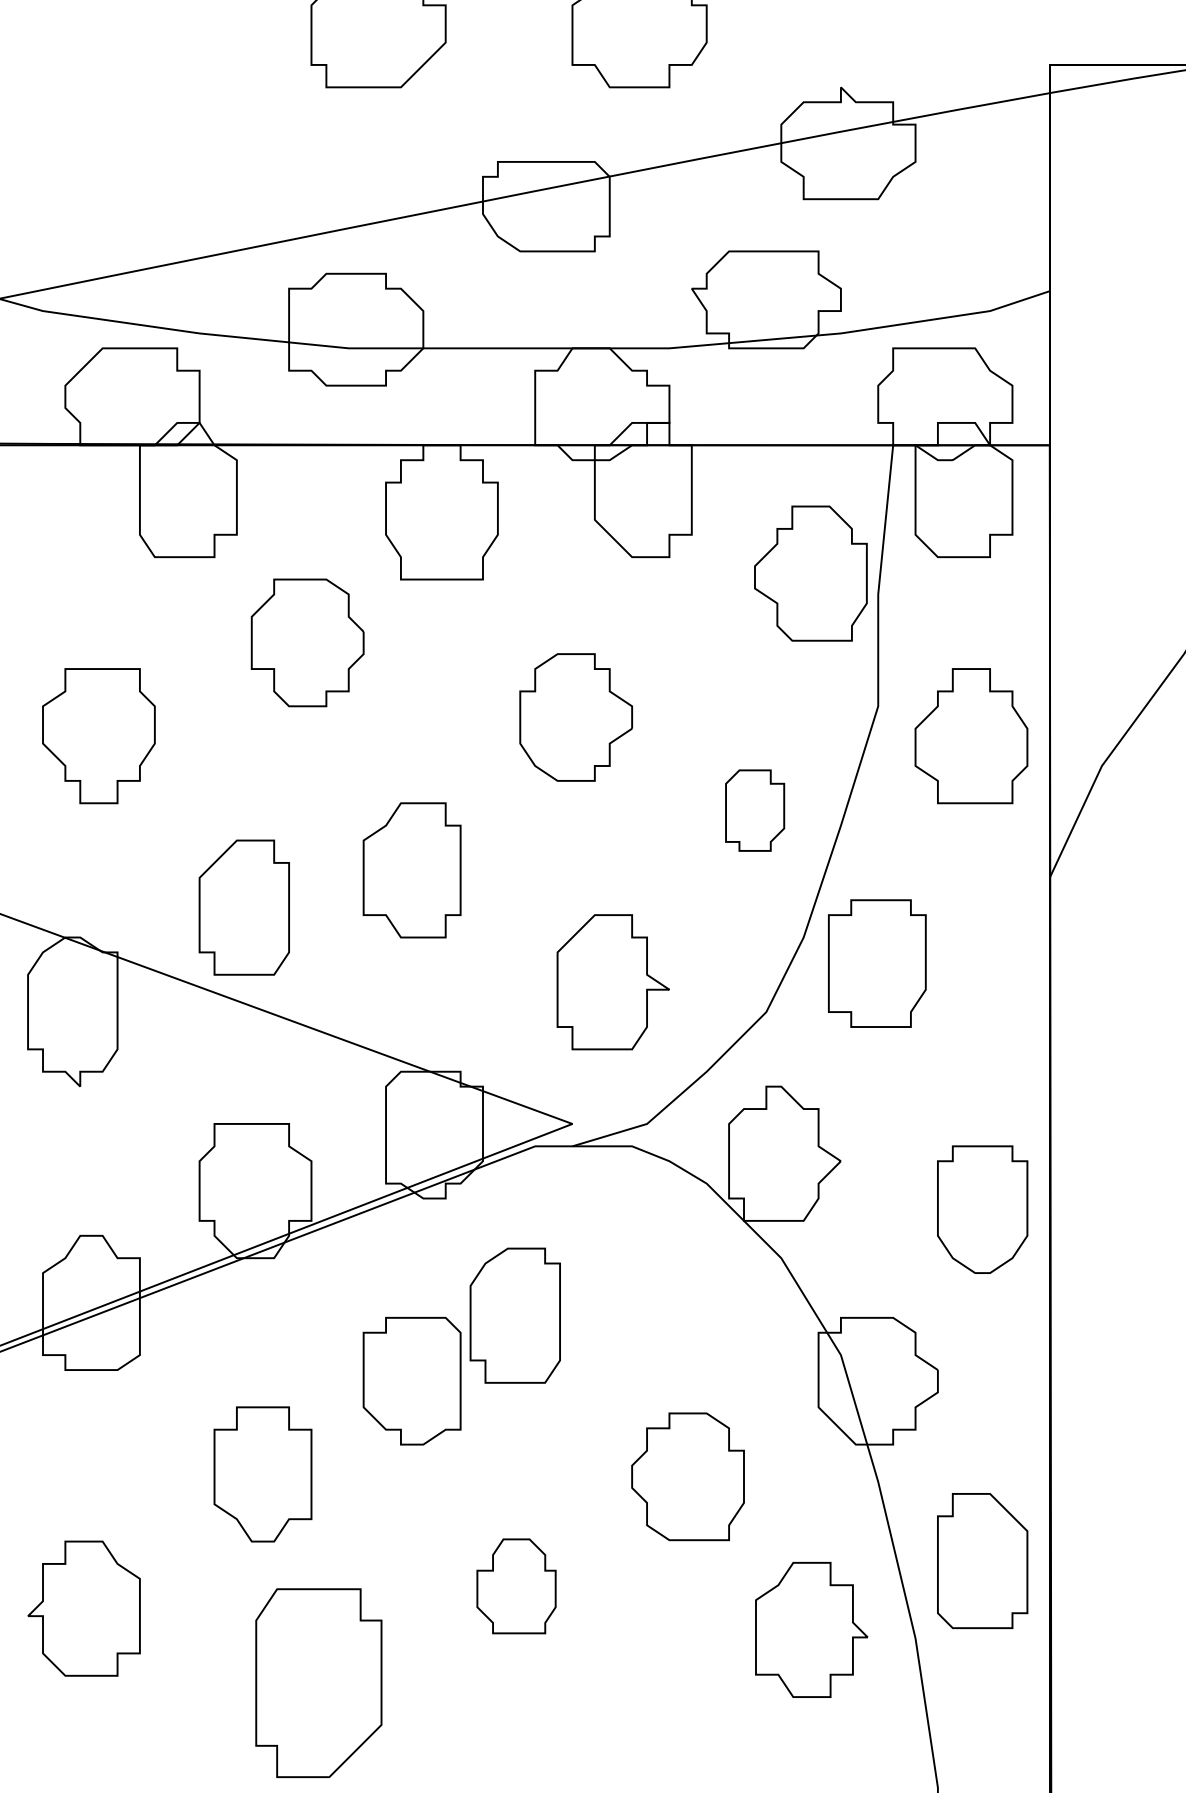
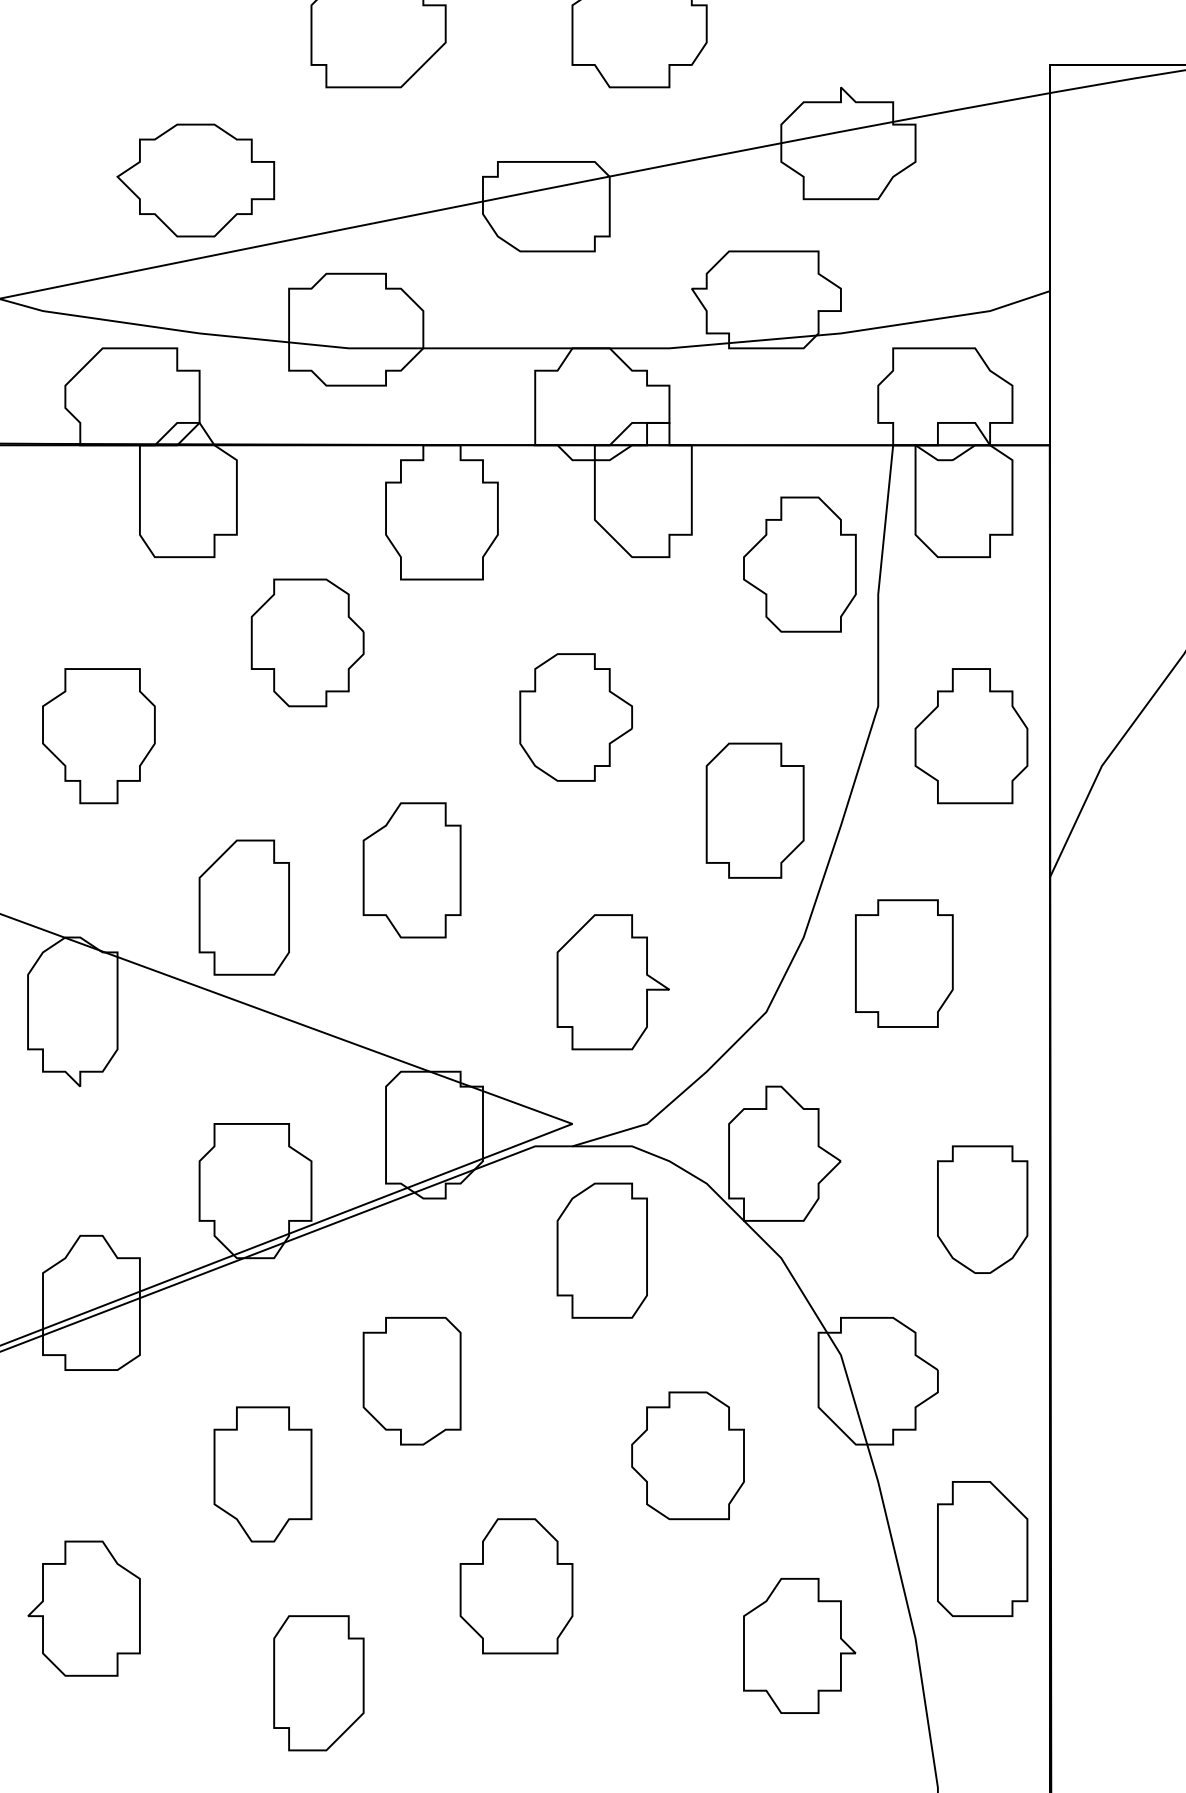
part at (195, 180): none -> present
part at (810, 573) position: (810, 573) -> (799, 564)
part at (755, 810) size: 61x83 px -> 100x137 px
part at (877, 963) position: (877, 963) -> (904, 963)
part at (514, 1315) position: (514, 1315) -> (601, 1250)
part at (687, 1476) position: (687, 1476) -> (687, 1455)
part at (982, 1560) position: (982, 1560) -> (982, 1548)
part at (516, 1586) size: 81x97 px -> 115x137 px
part at (811, 1629) position: (811, 1629) -> (799, 1645)
part at (318, 1682) size: 128x190 px -> 92x137 px
